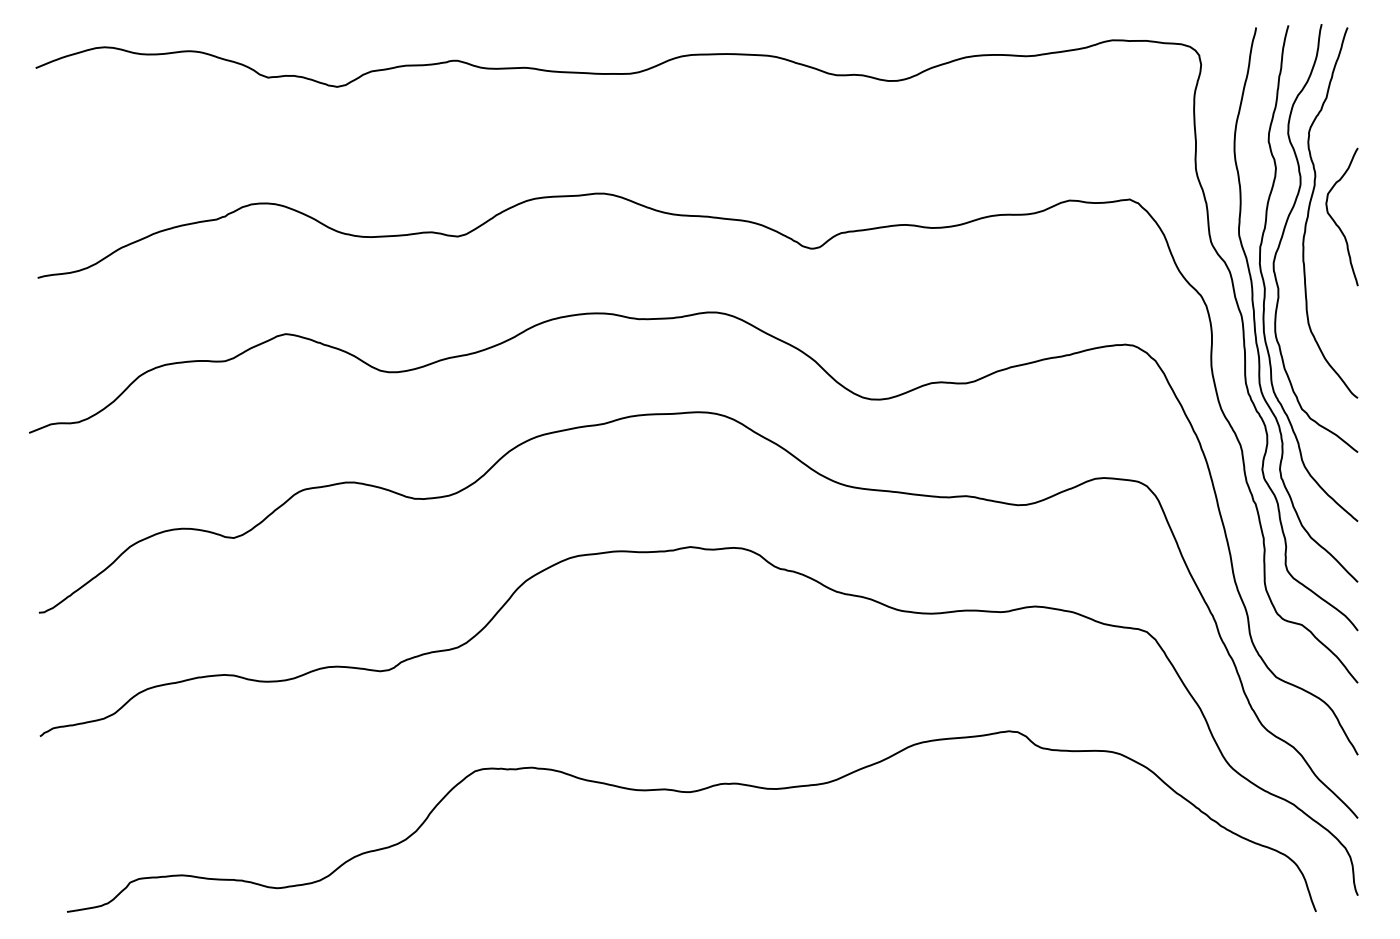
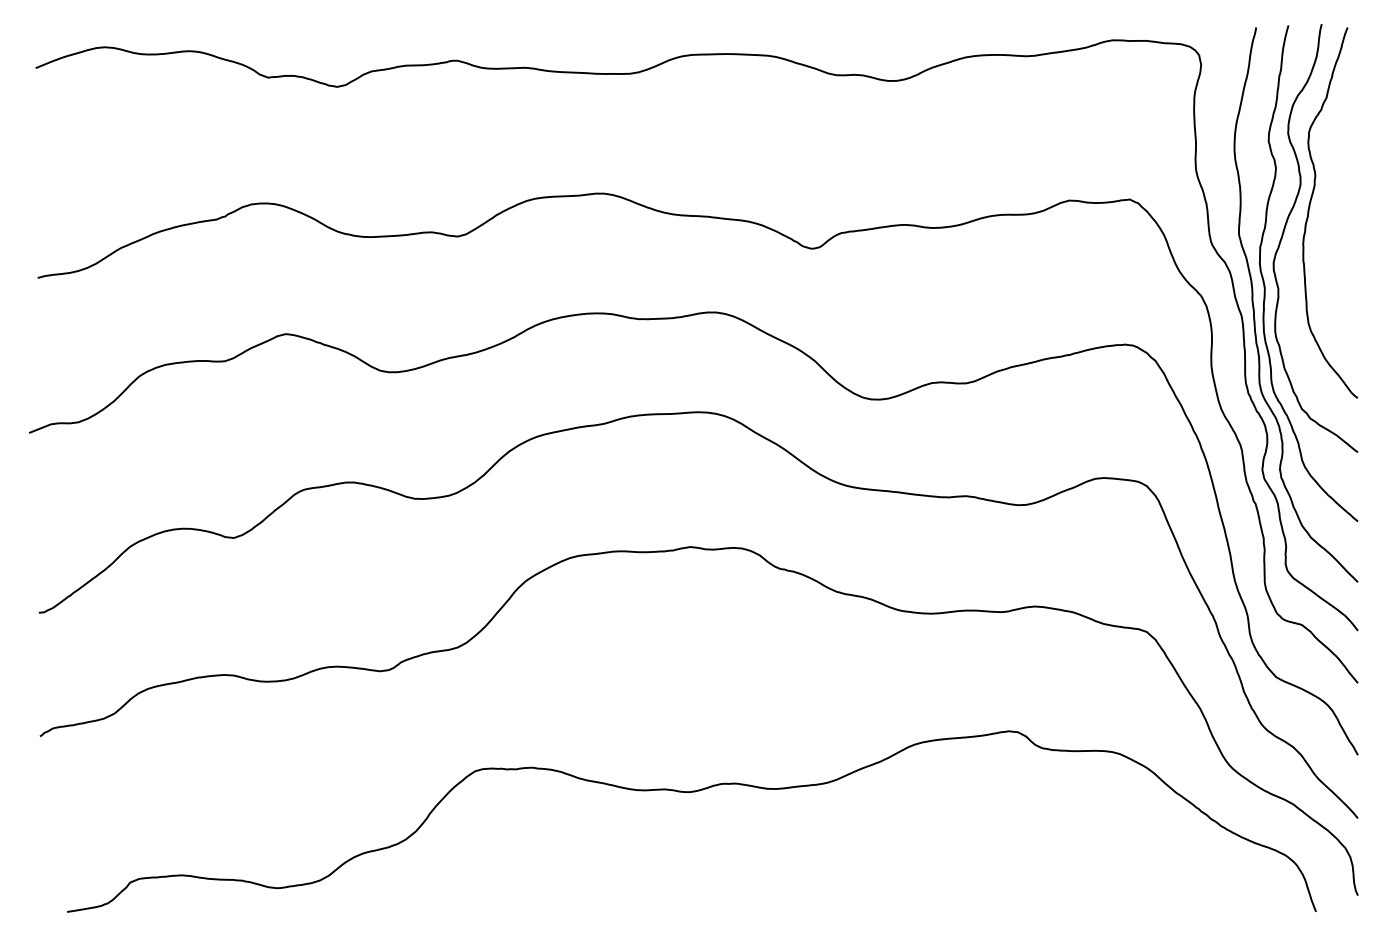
curve at (1335, 221): present -> none
